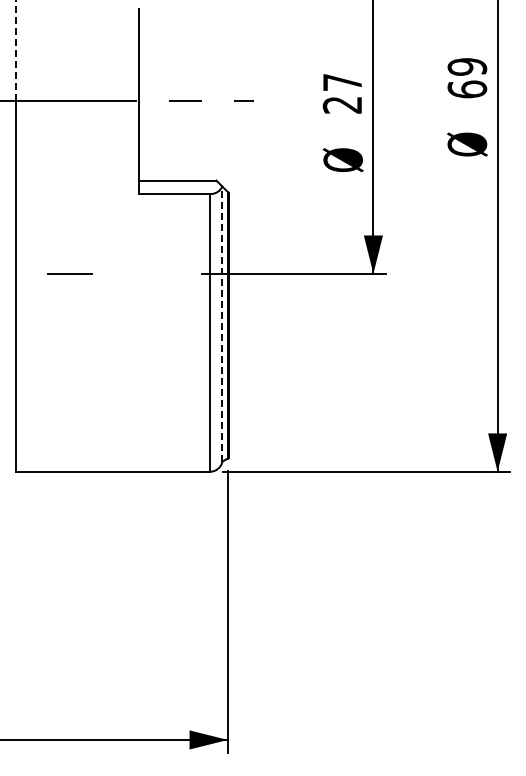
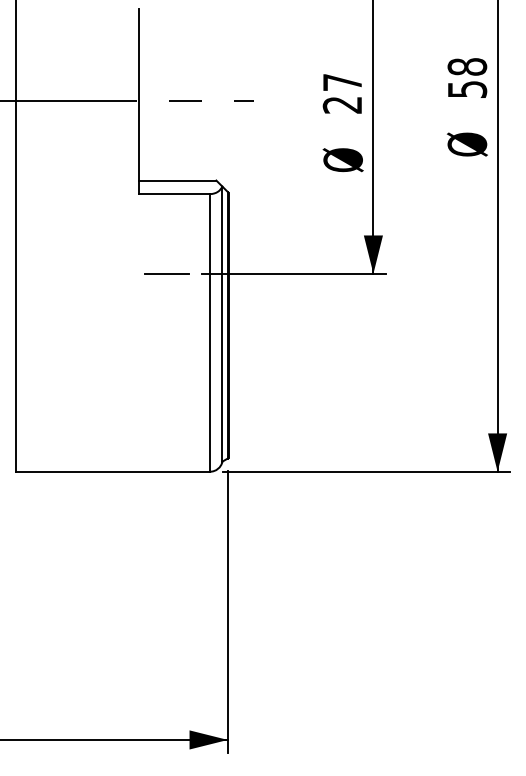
line at (15, 50): dashed -> solid
text at (467, 78): 69 -> 58
line at (69, 273) position: (69, 273) -> (166, 273)
line at (222, 323): dashed -> solid
